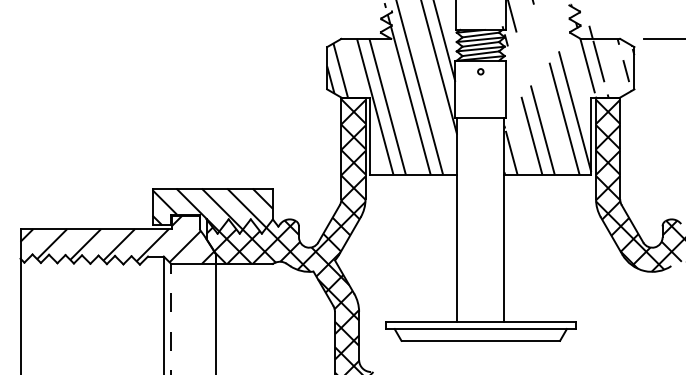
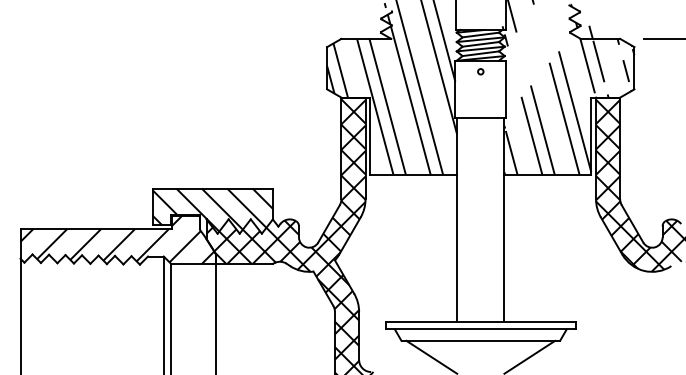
line at (171, 318): dashed -> solid
line at (429, 355): none -> present
line at (531, 355): none -> present
